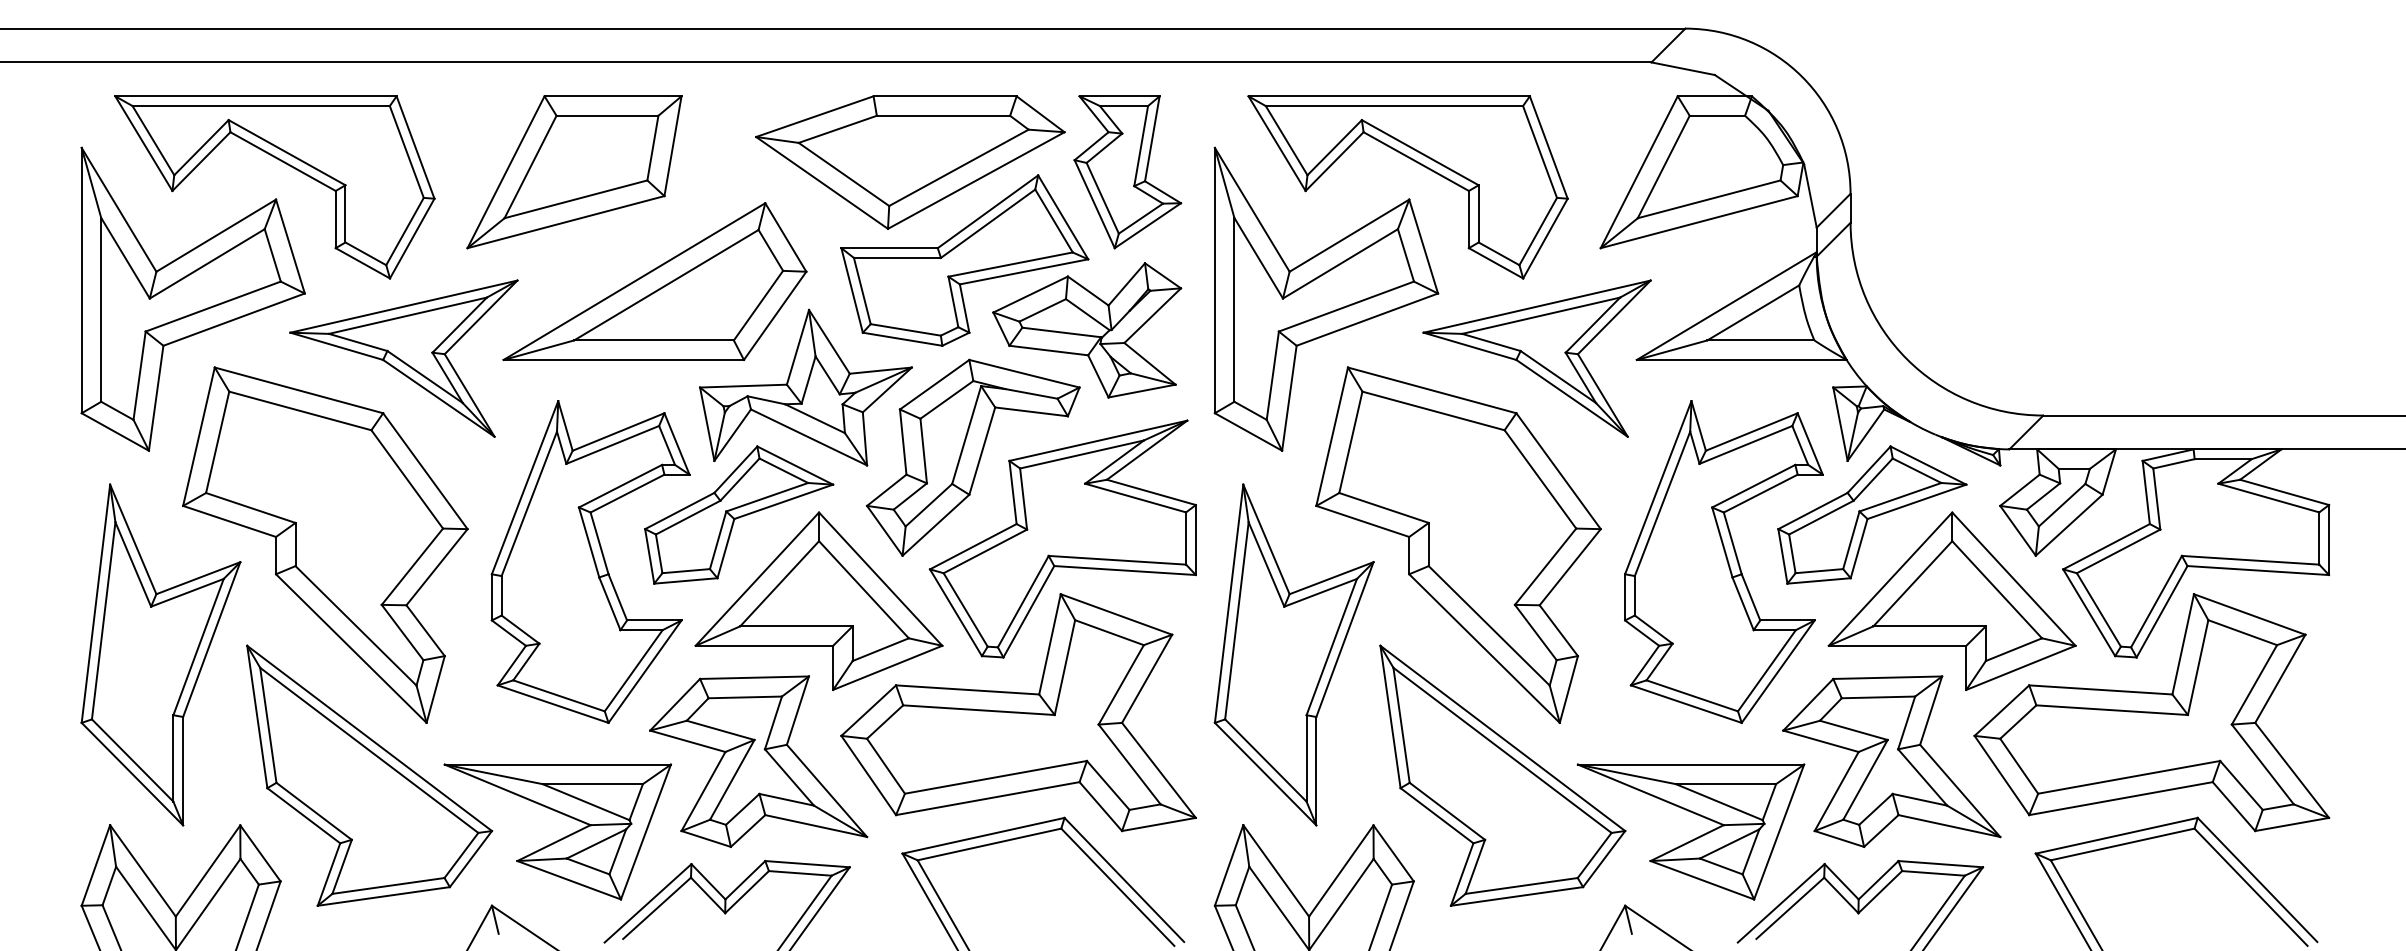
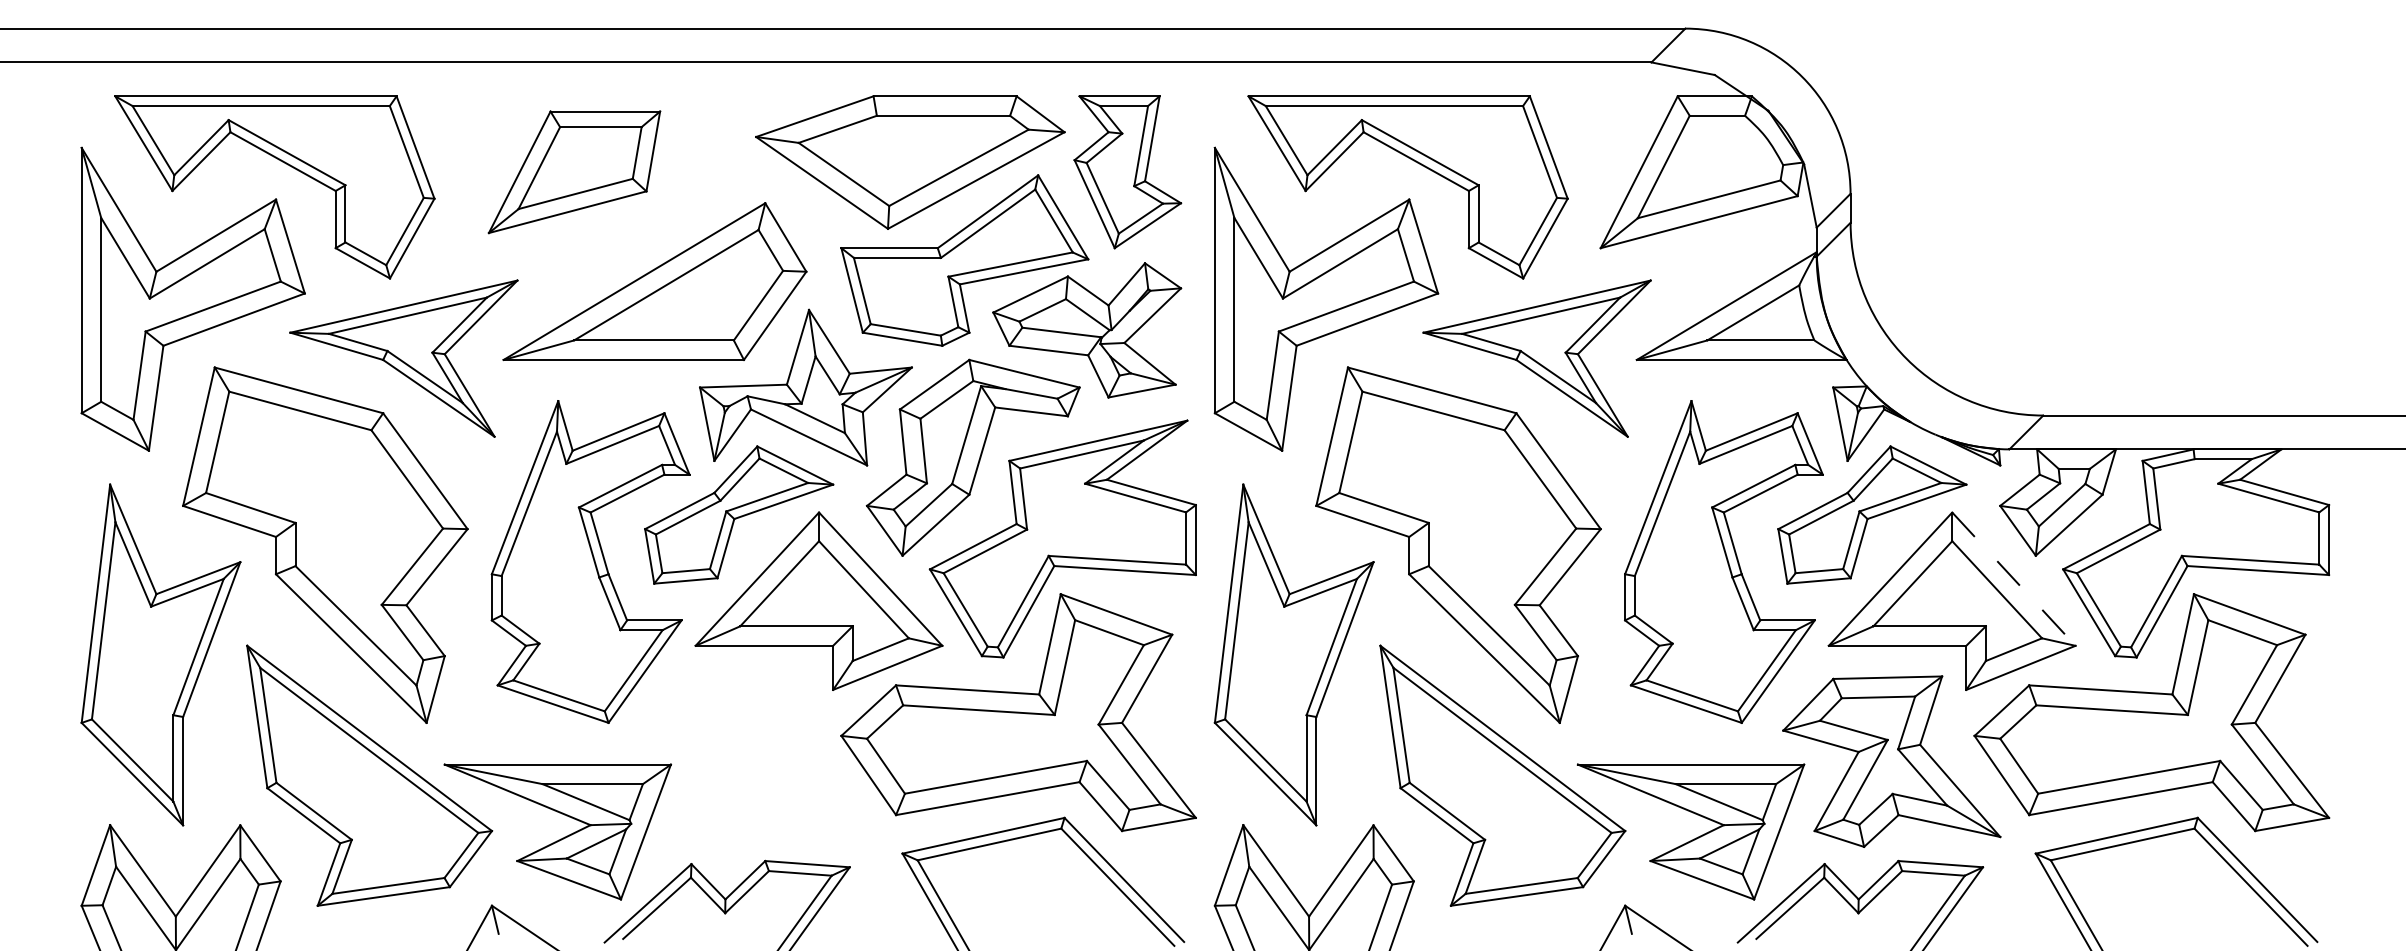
part at (574, 172) size: 217x155 px -> 175x125 px
line at (2013, 579): solid -> dashed
part at (758, 761): present -> none
